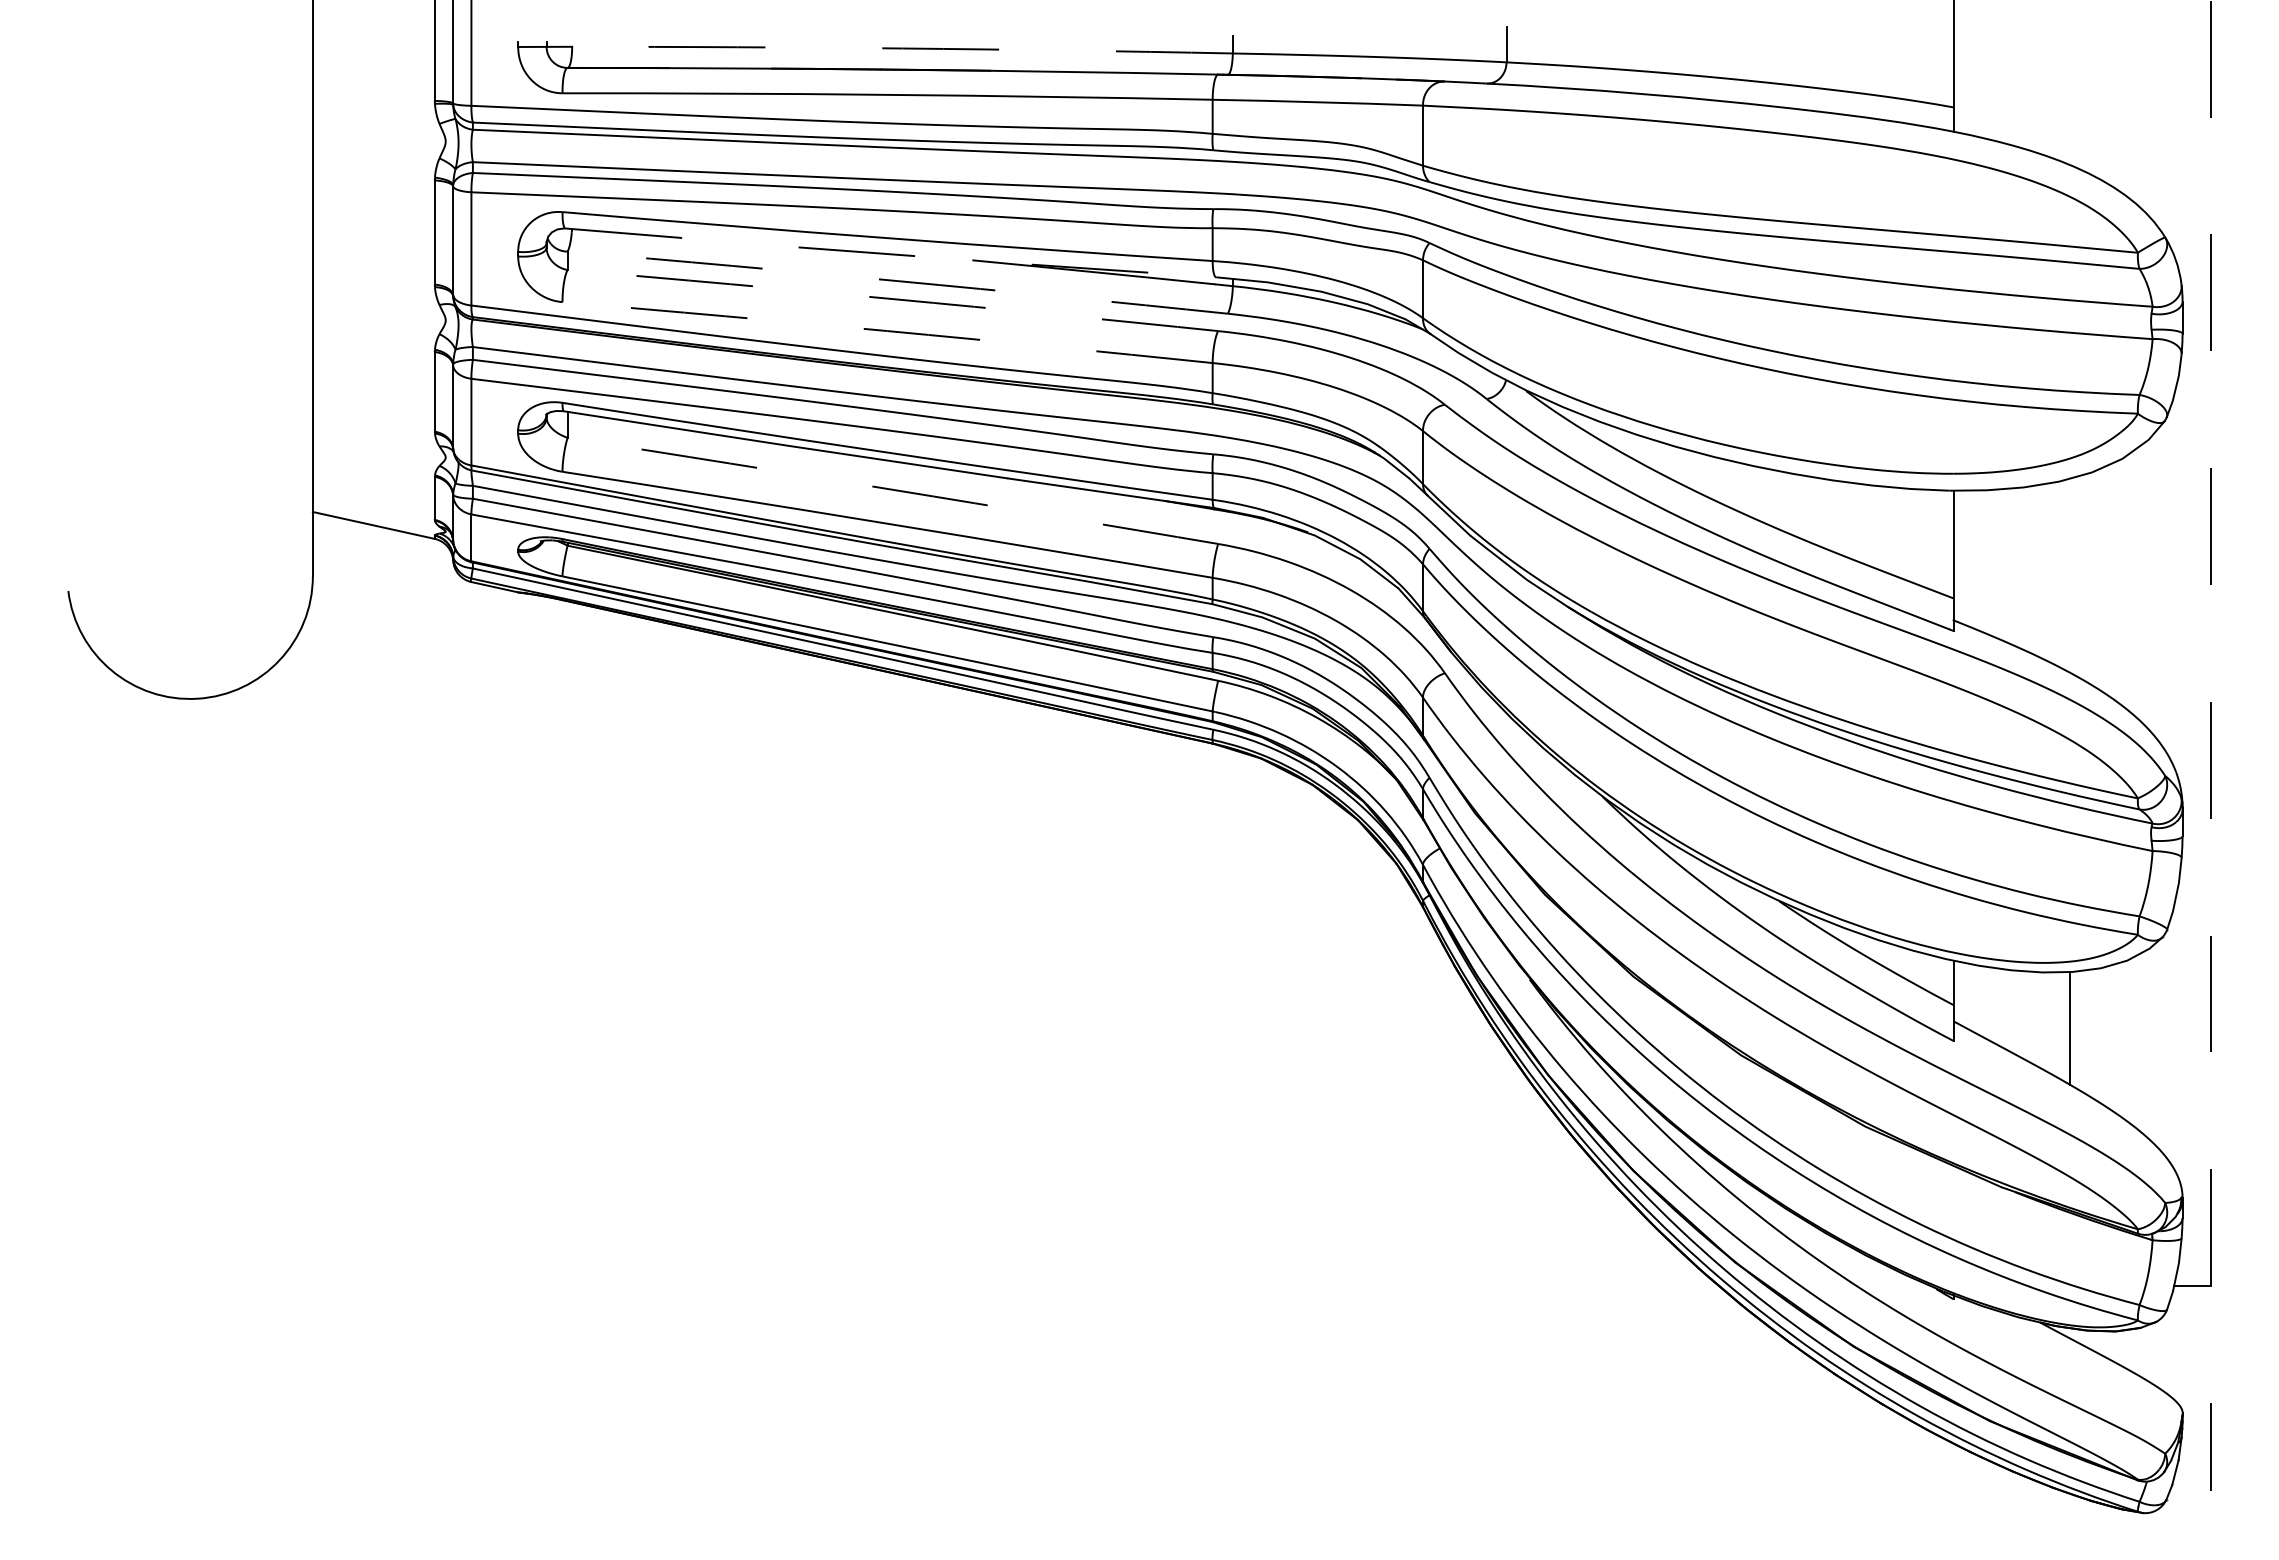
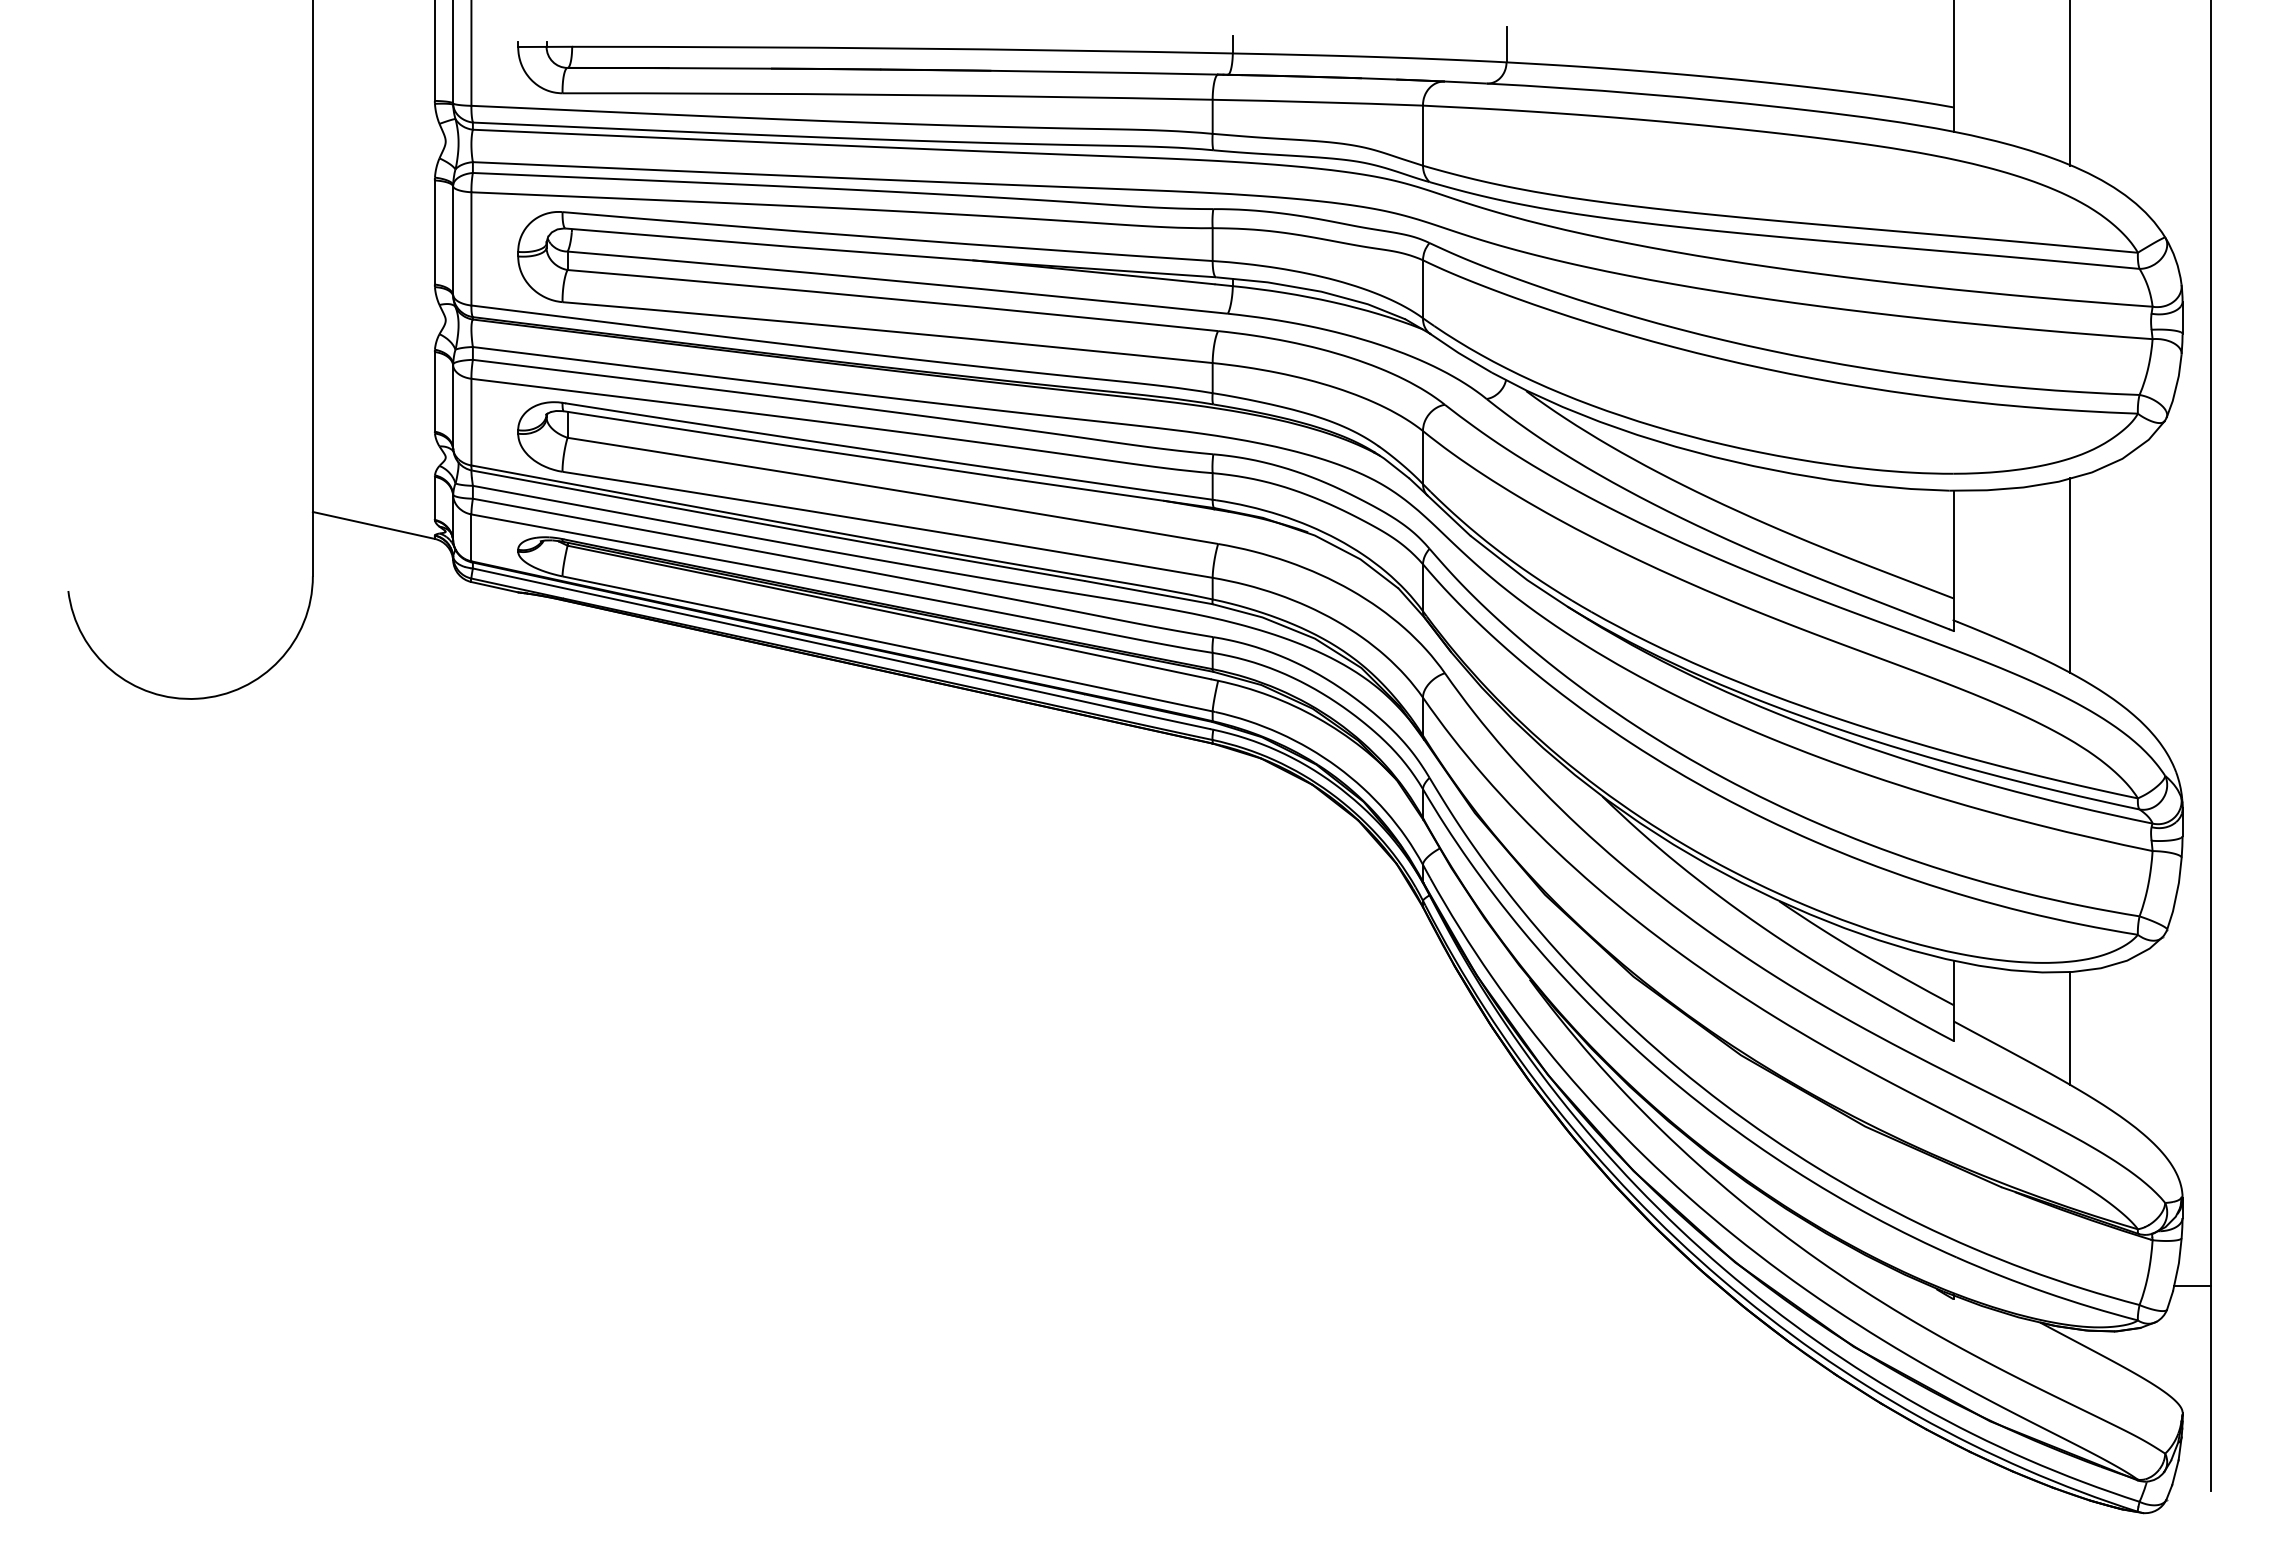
arc at (902, 48): dashed -> solid
line at (2070, 83): none -> present
line at (890, 254): dashed -> solid
arc at (897, 281): dashed -> solid
arc at (893, 299): dashed -> solid
arc at (887, 331): dashed -> solid
arc at (893, 489): dashed -> solid
line at (2070, 575): none -> present
line at (2210, 745): dashed -> solid
